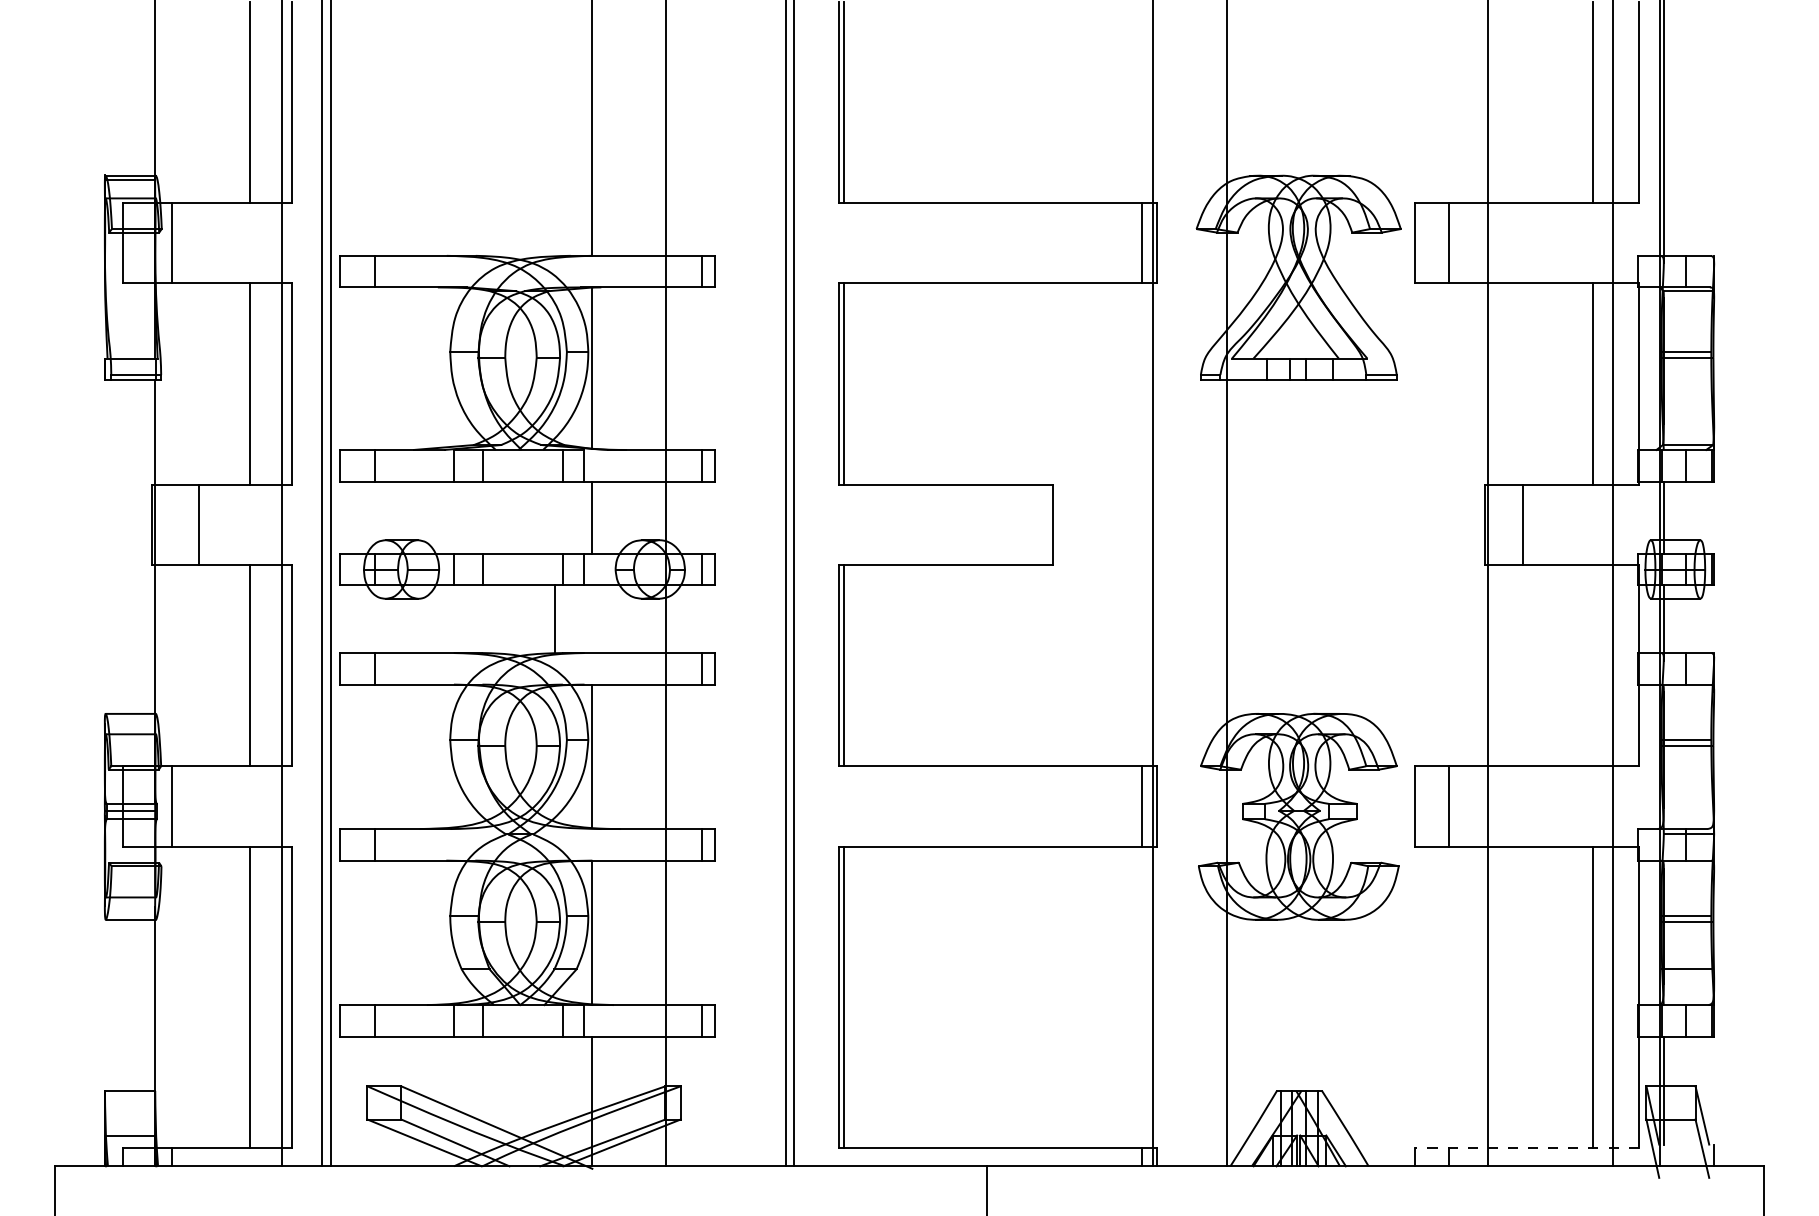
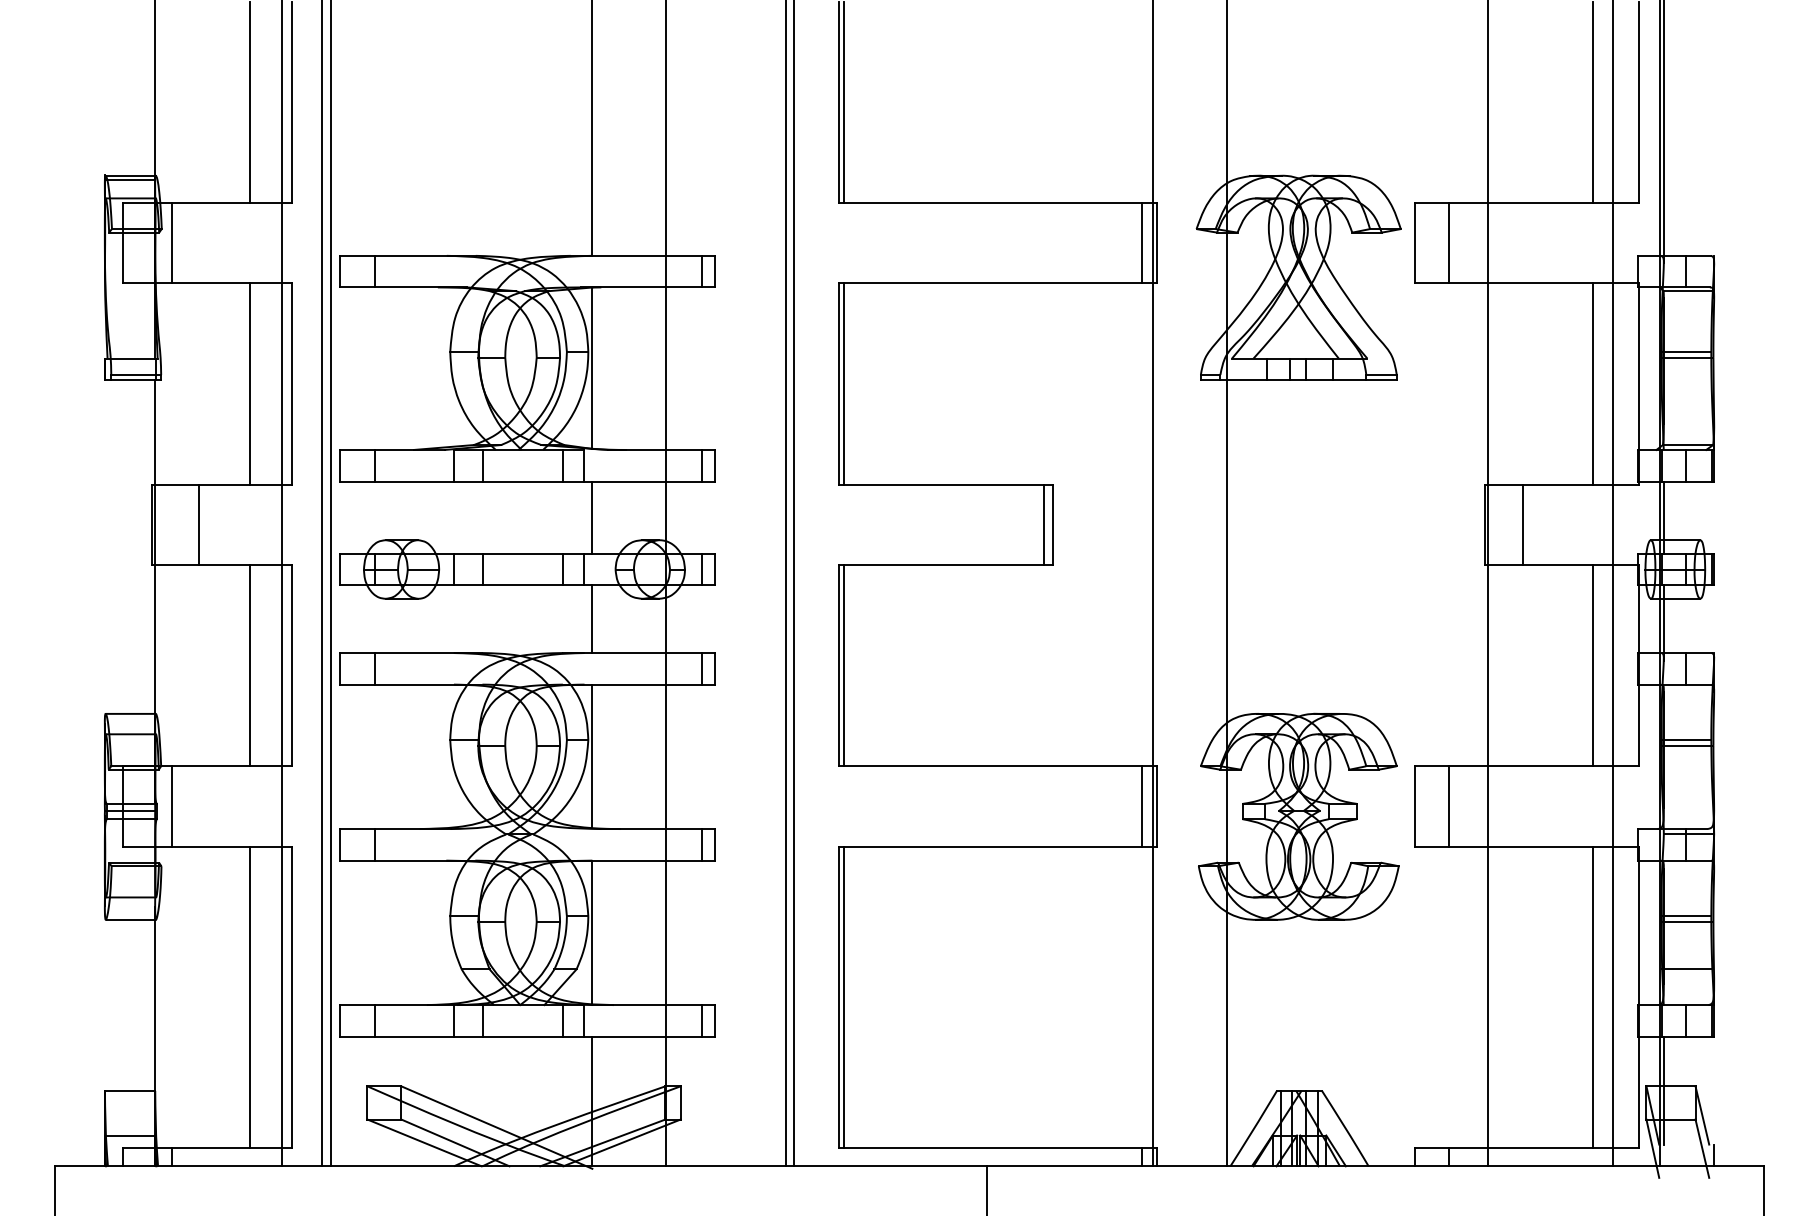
line at (1044, 524): none -> present
line at (555, 619) position: (555, 619) -> (592, 619)
line at (1593, 665): none -> present
line at (1526, 1148): dashed -> solid
